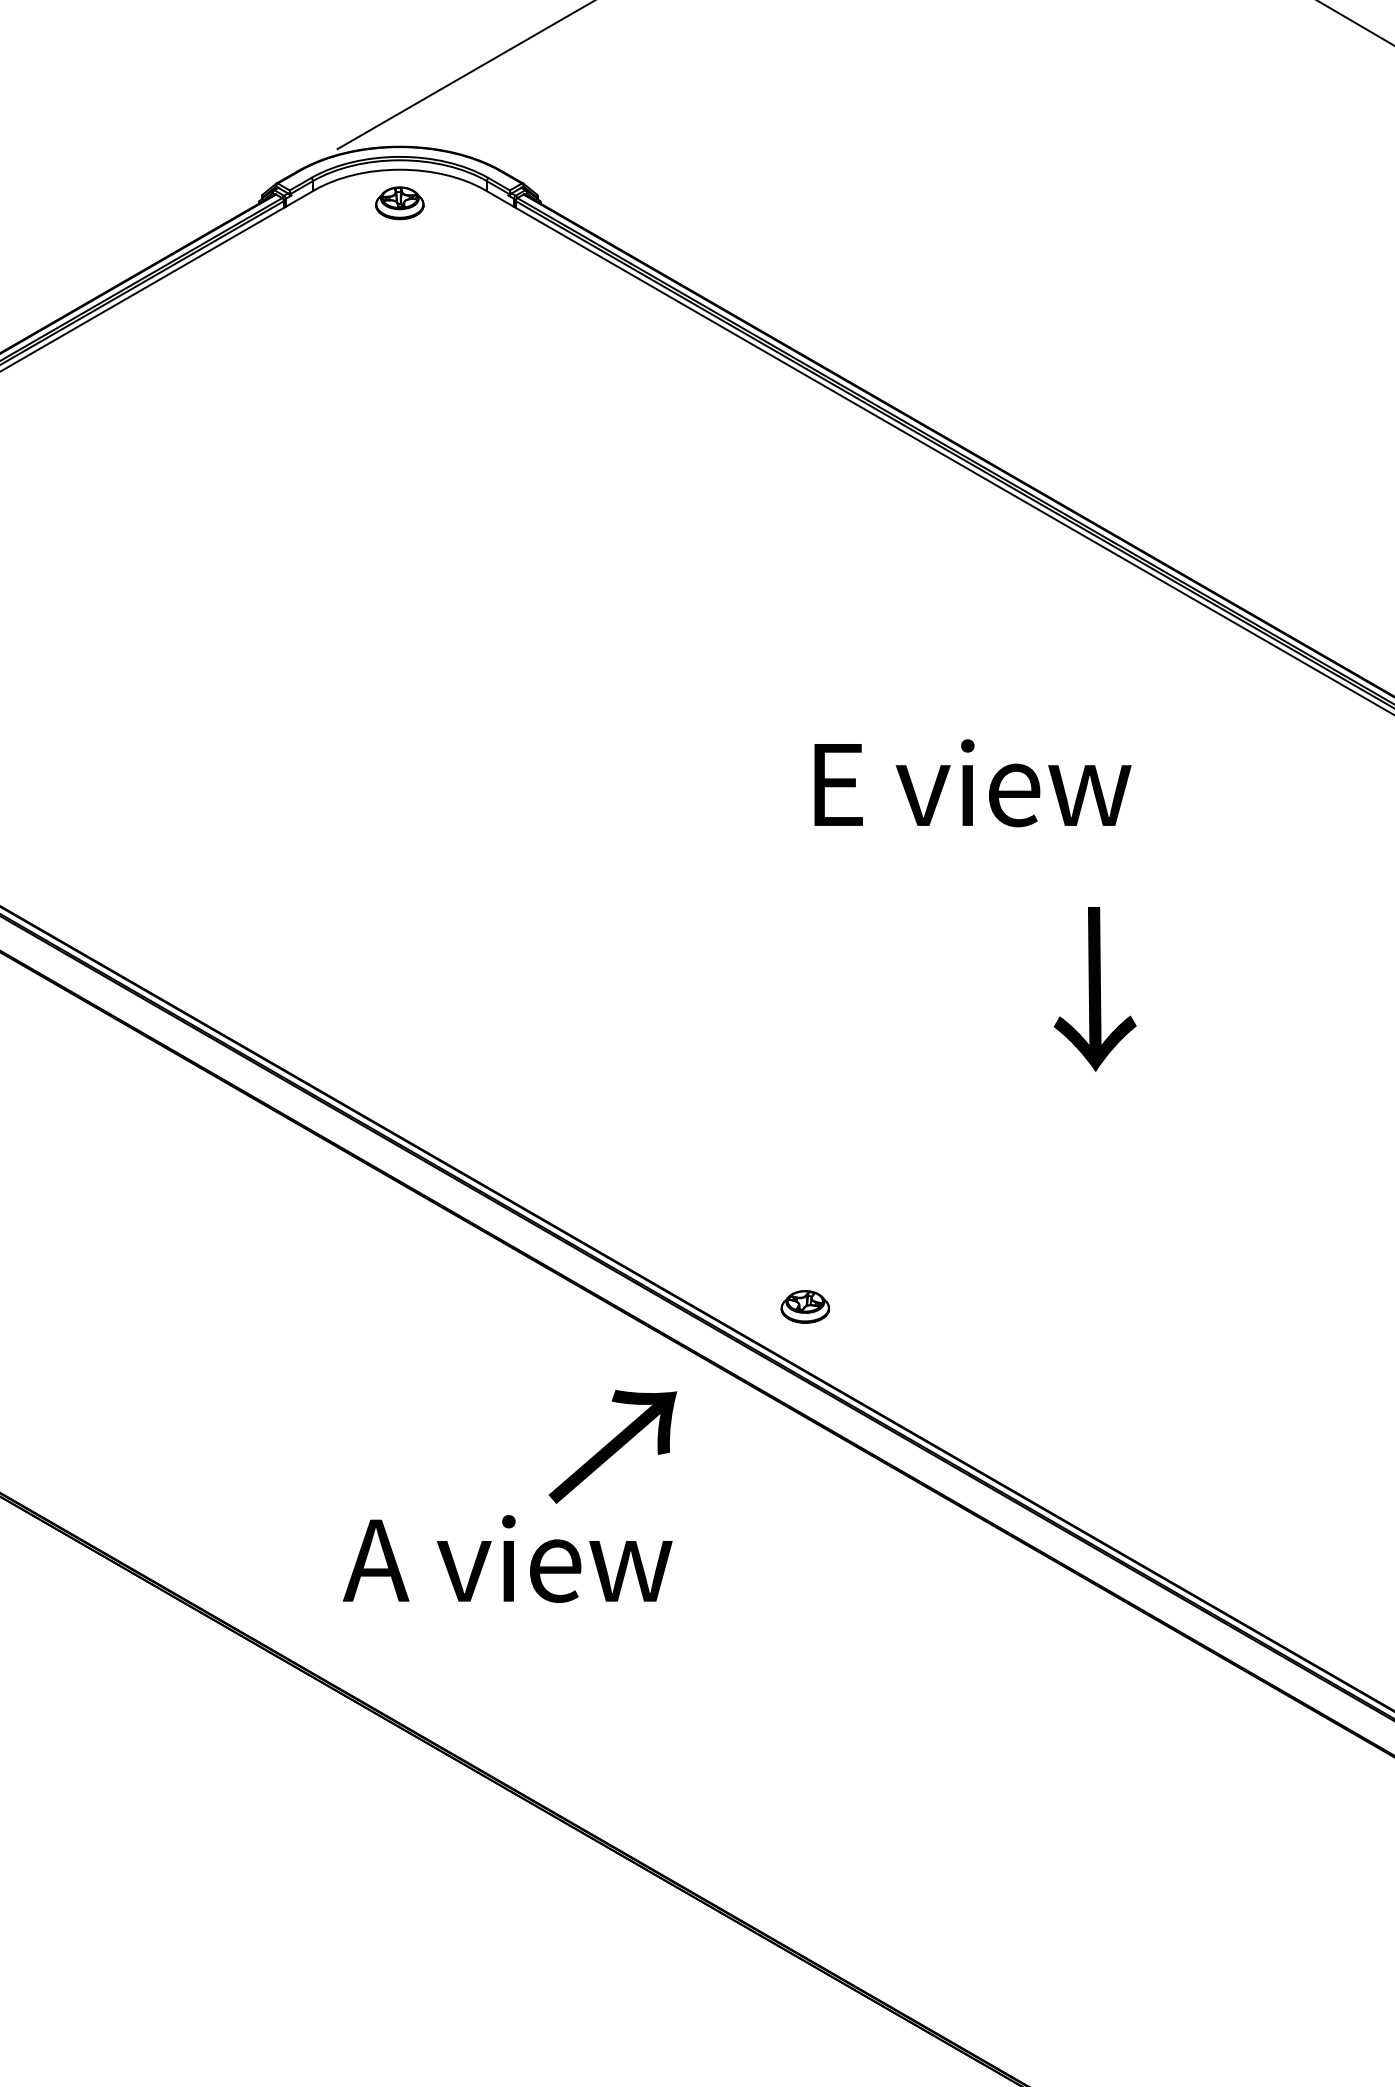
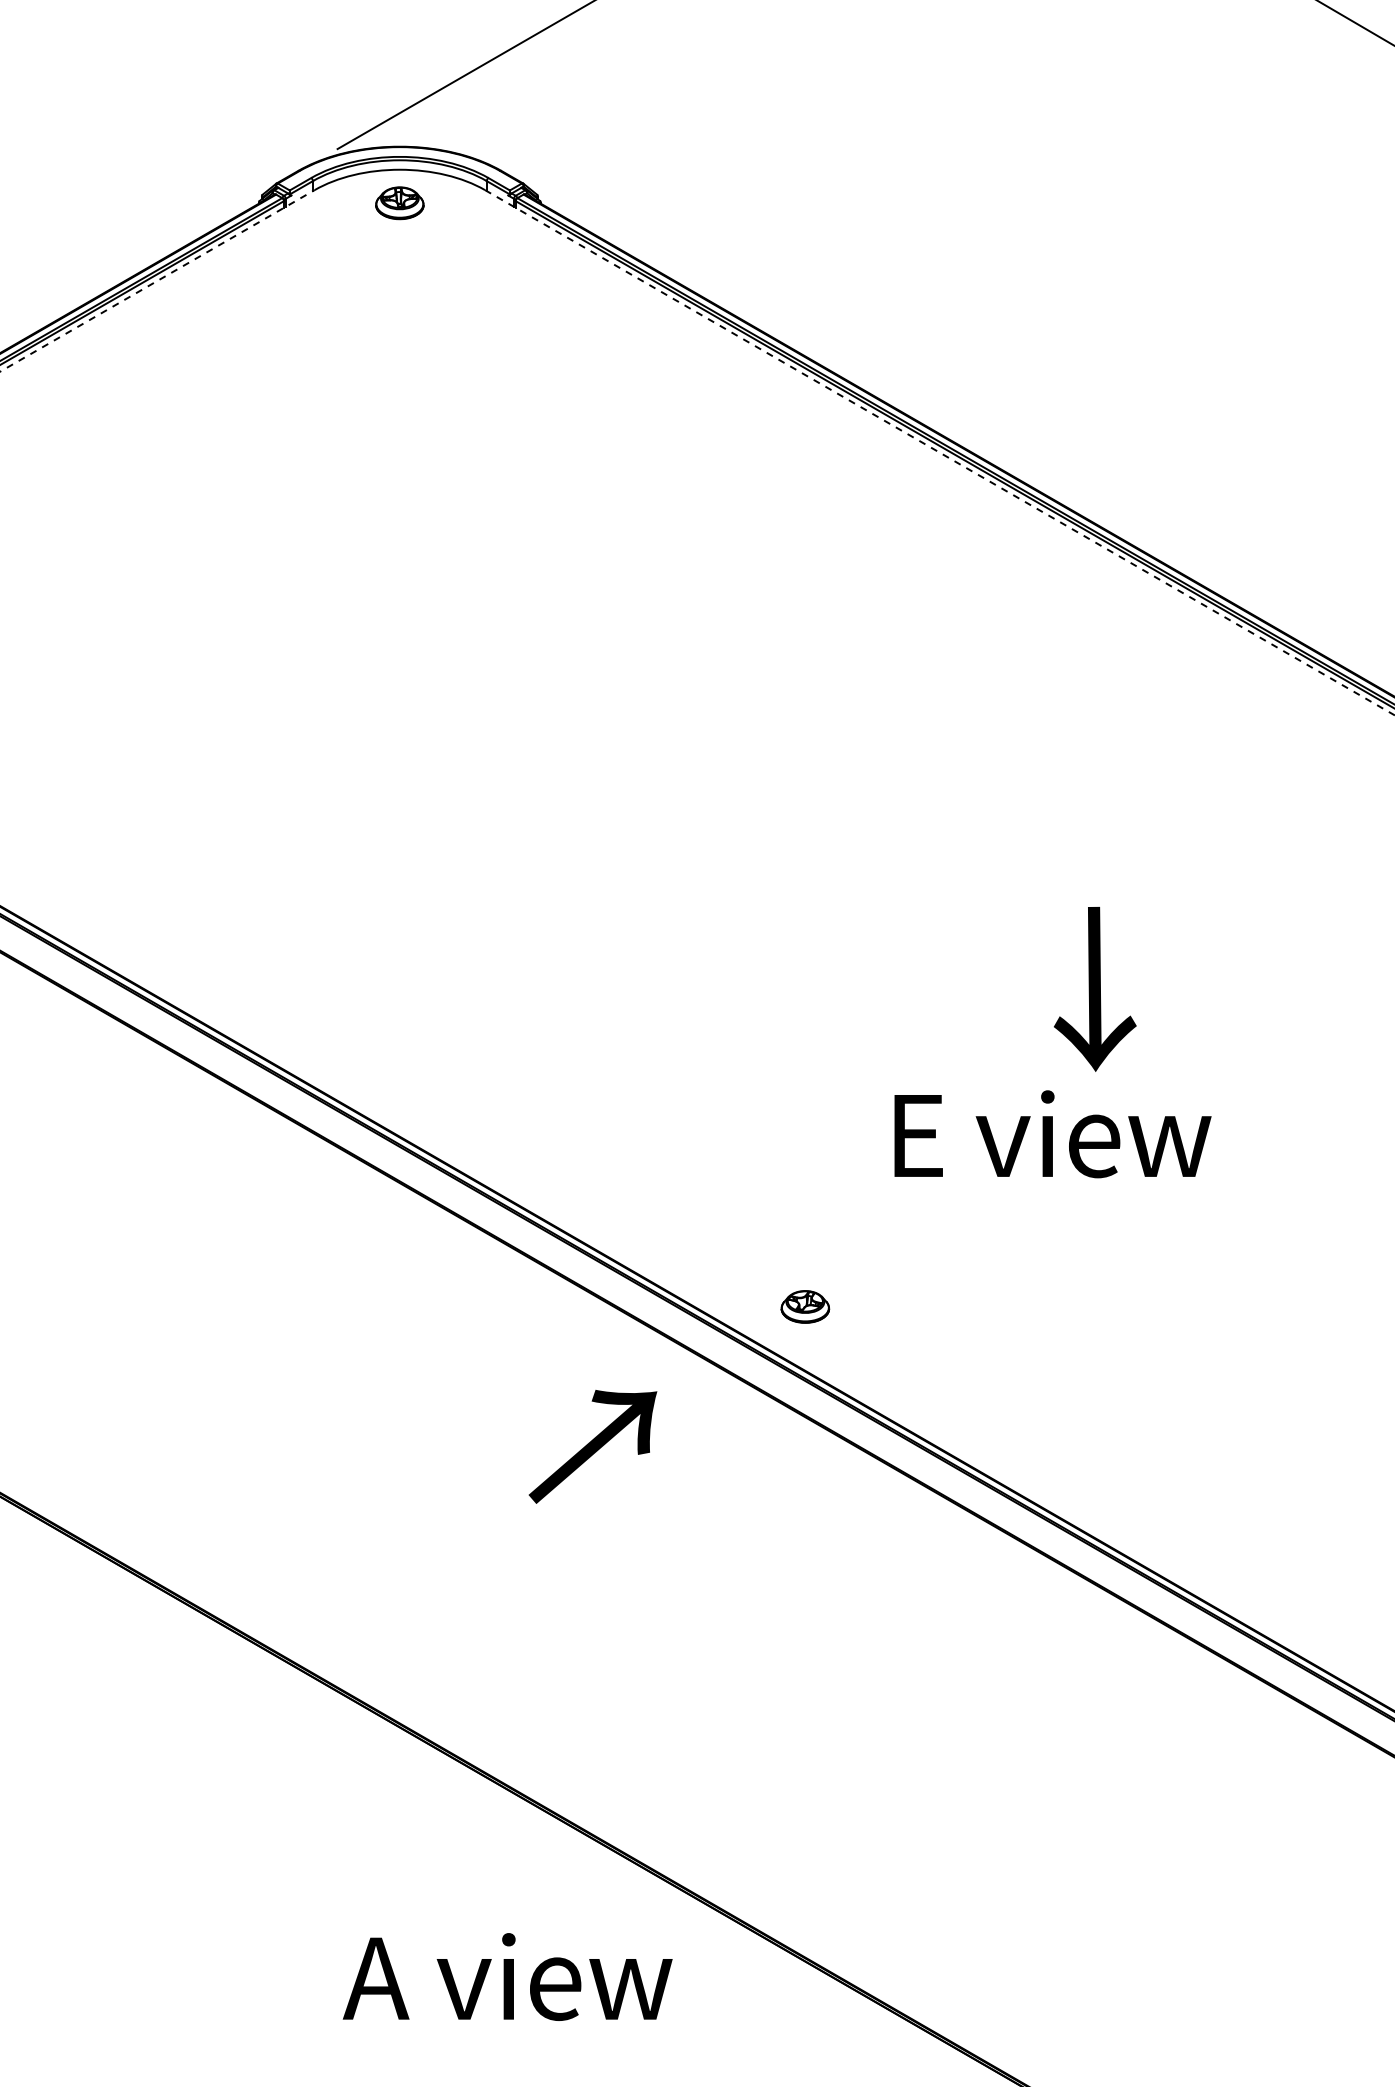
line at (158, 280): solid -> dashed
line at (939, 452): solid -> dashed
text at (972, 783) position: (972, 783) -> (1052, 1134)
text at (612, 1446) position: (612, 1446) -> (592, 1446)
text at (507, 1558) position: (507, 1558) -> (507, 1976)
